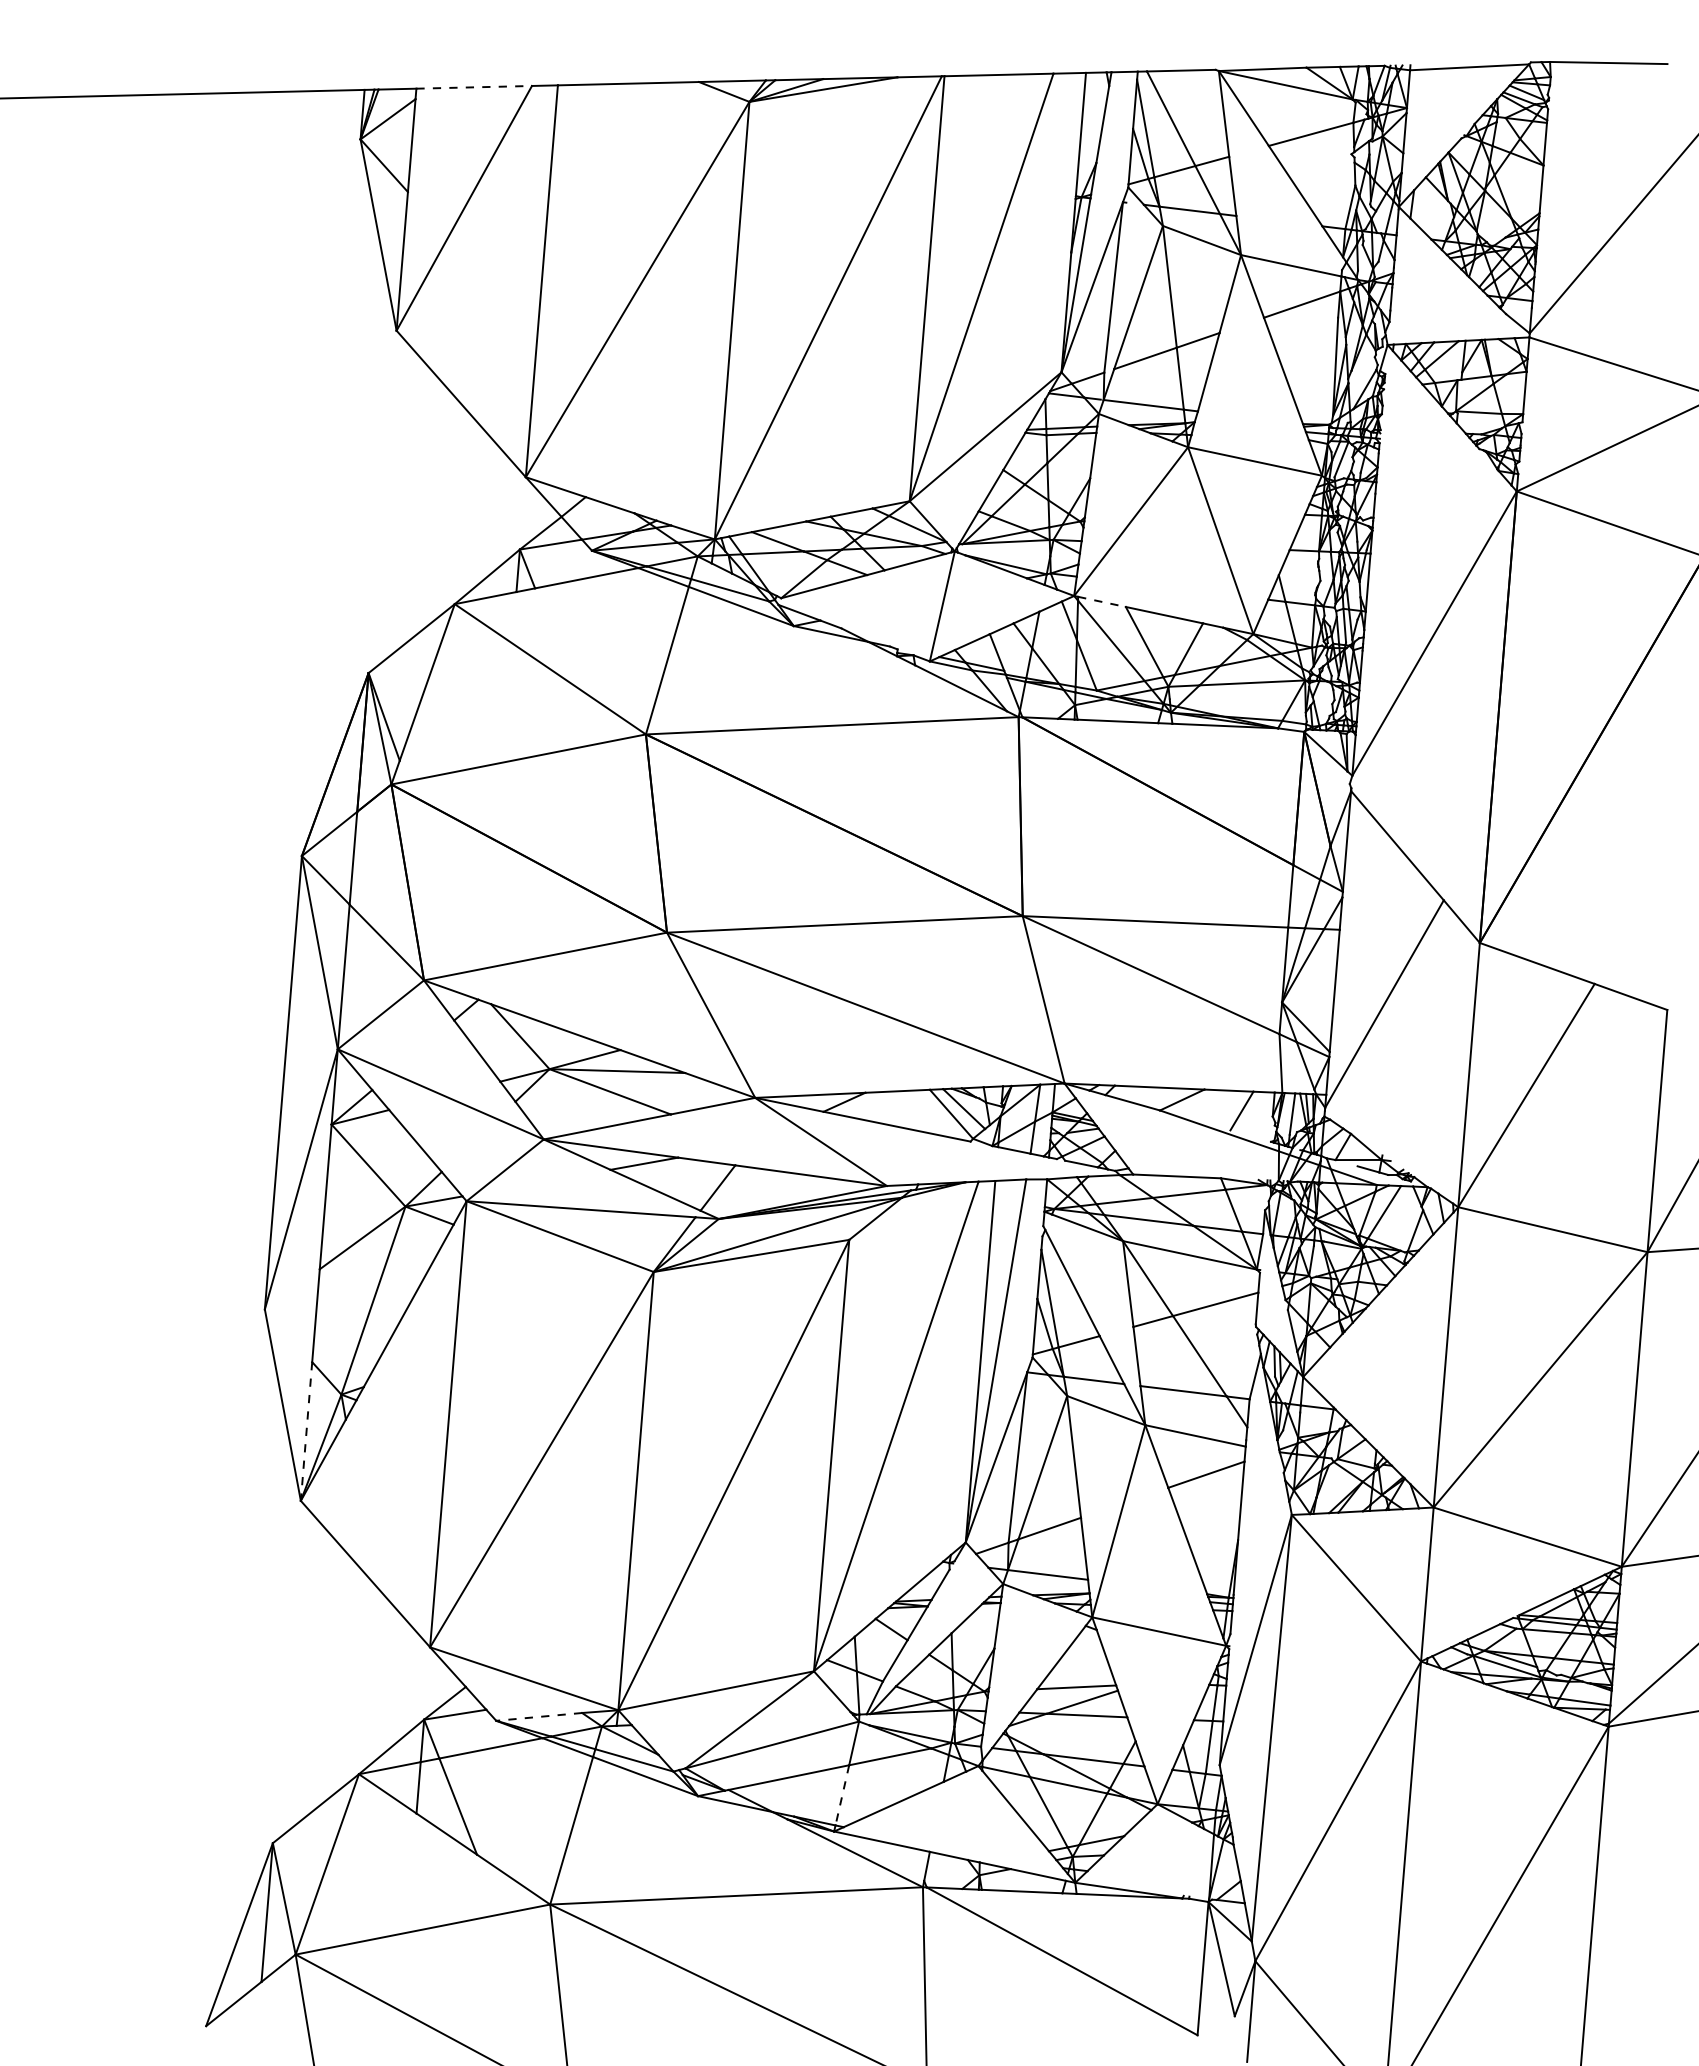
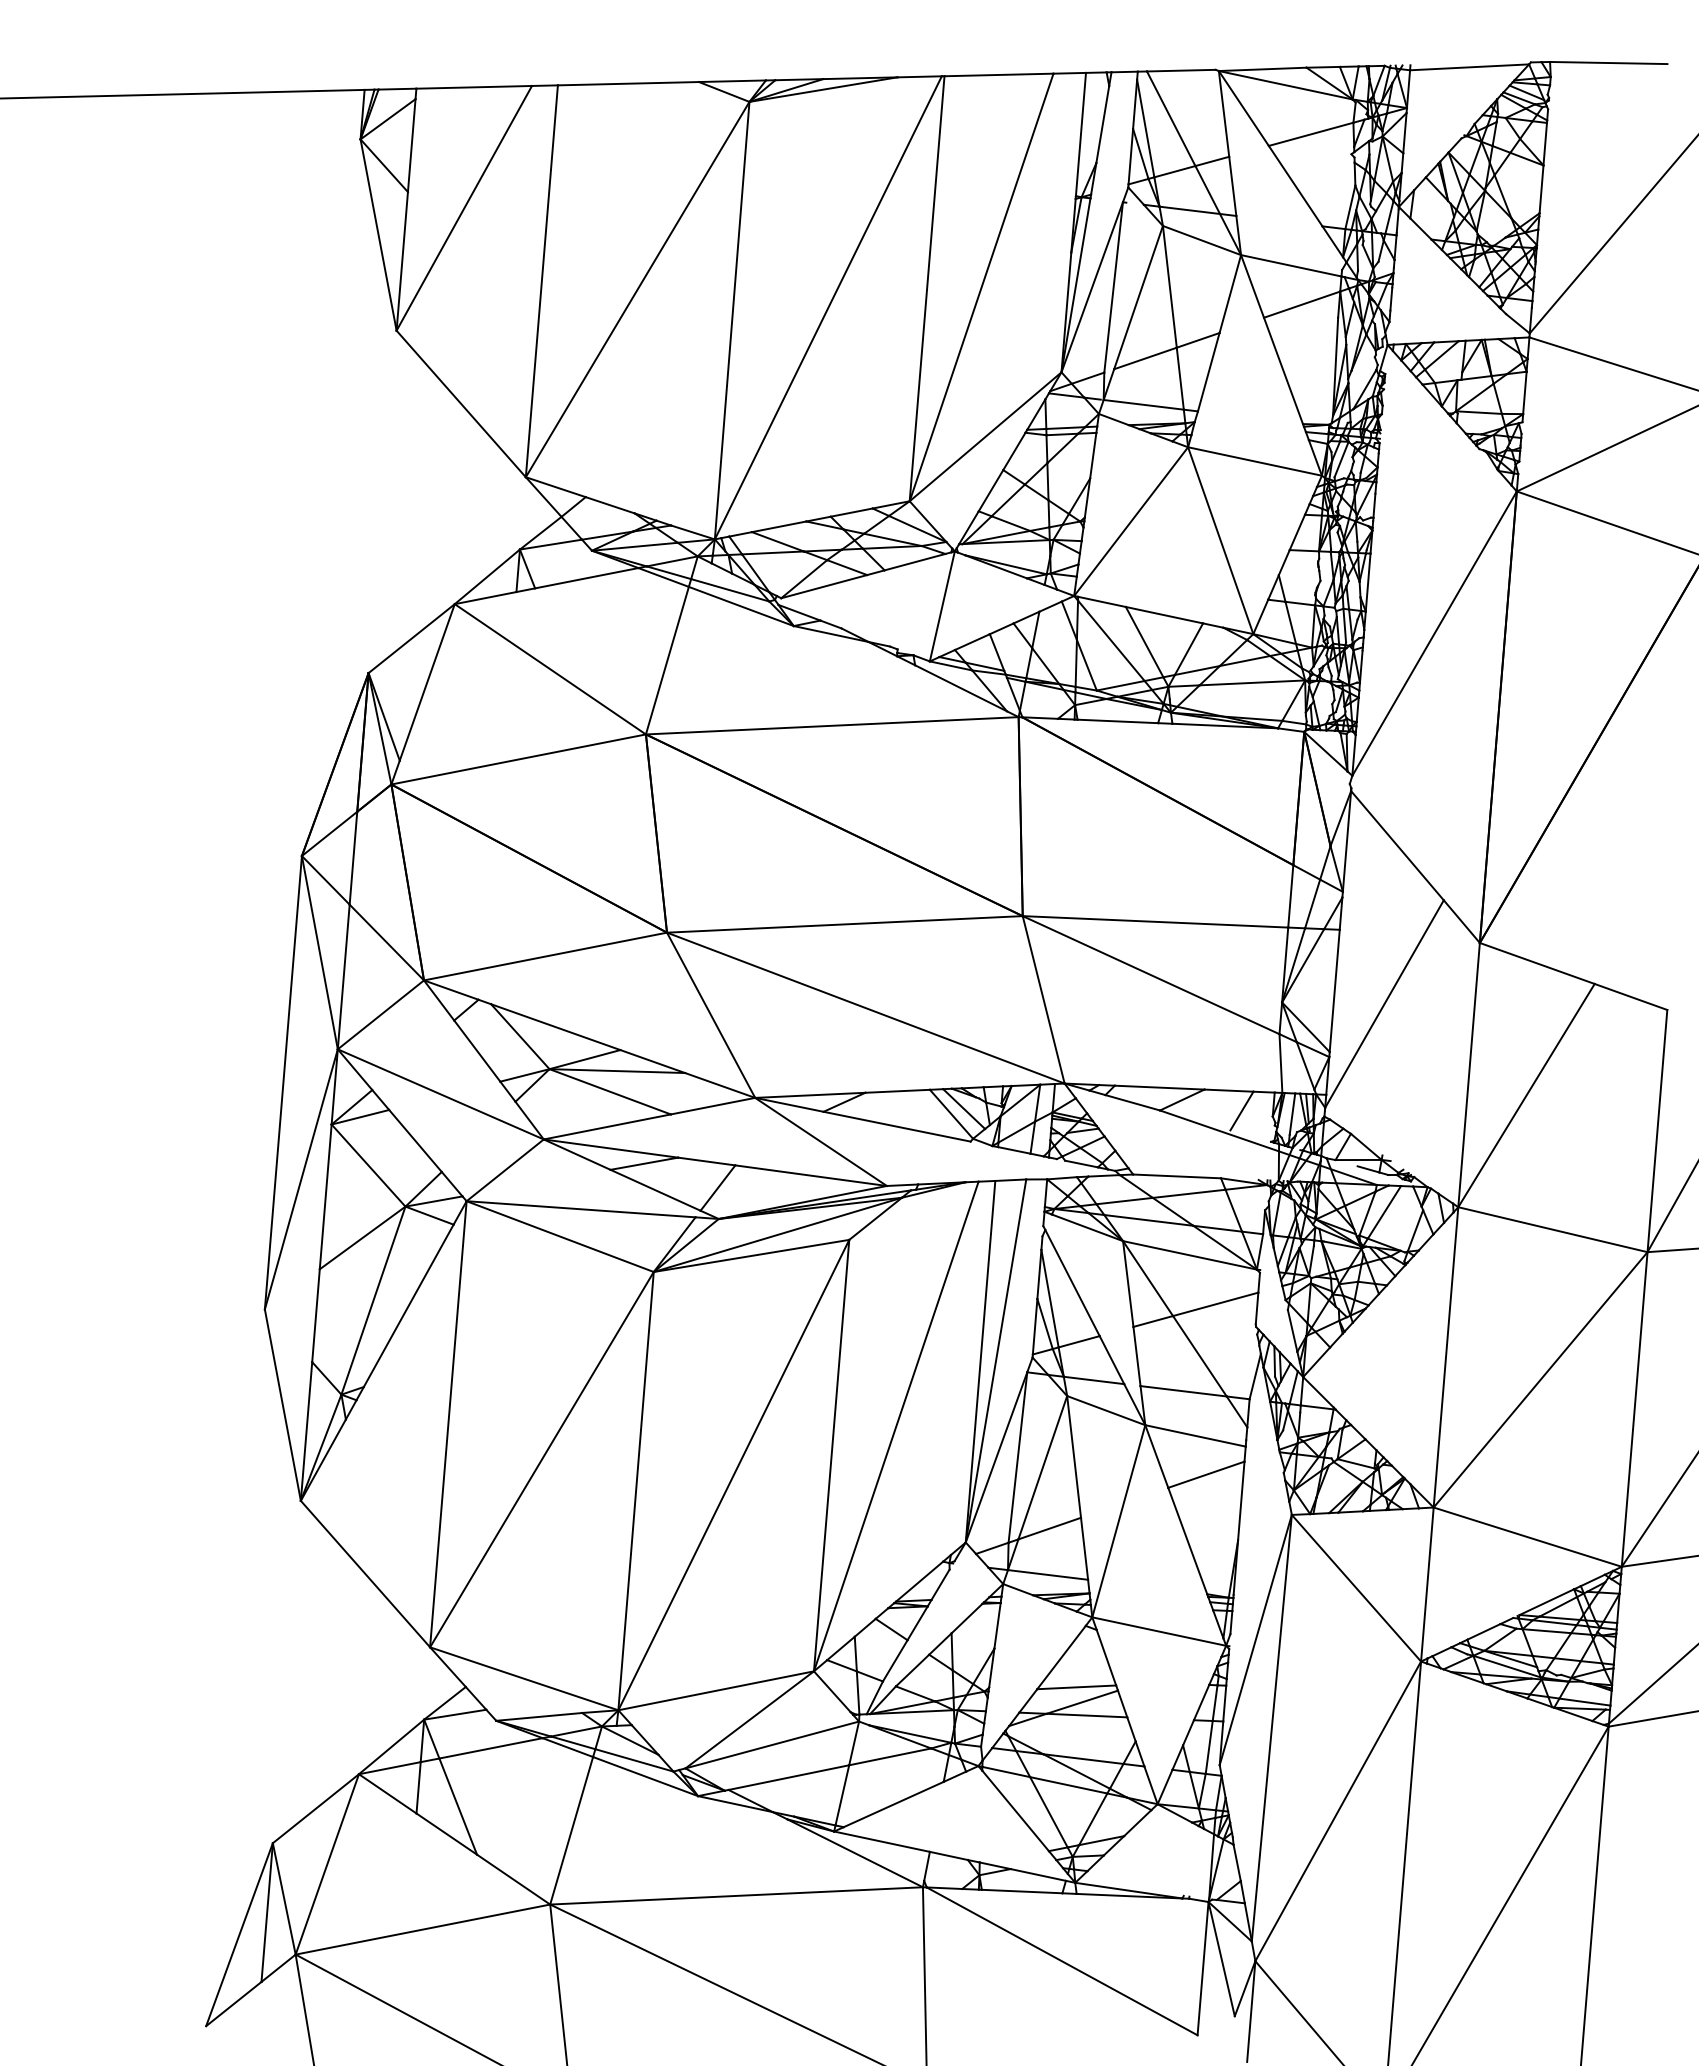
line at (474, 87): dashed -> solid
line at (1102, 602): dashed -> solid
line at (306, 1431): dashed -> solid
line at (538, 1716): dashed -> solid
line at (842, 1795): dashed -> solid
